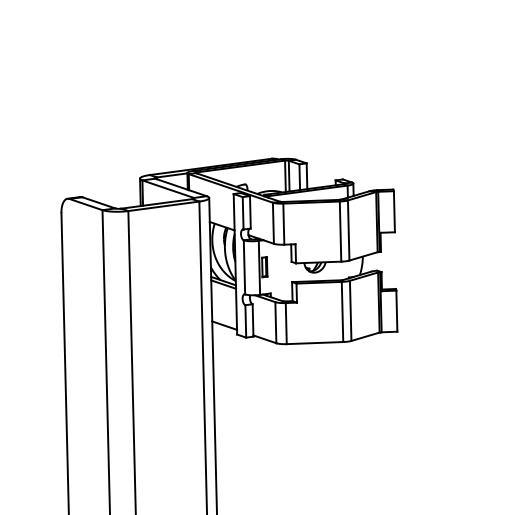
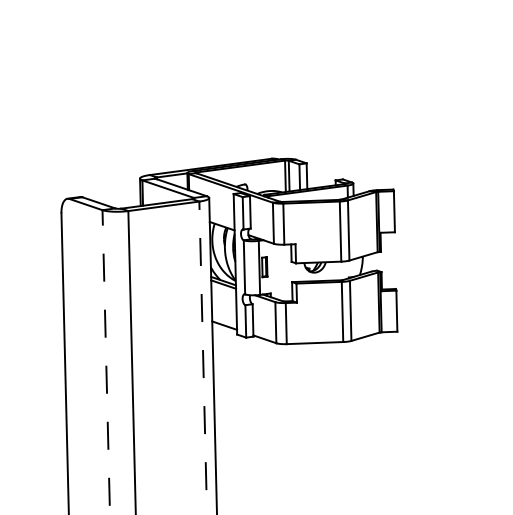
line at (203, 357): solid -> dashed
line at (106, 361): solid -> dashed
